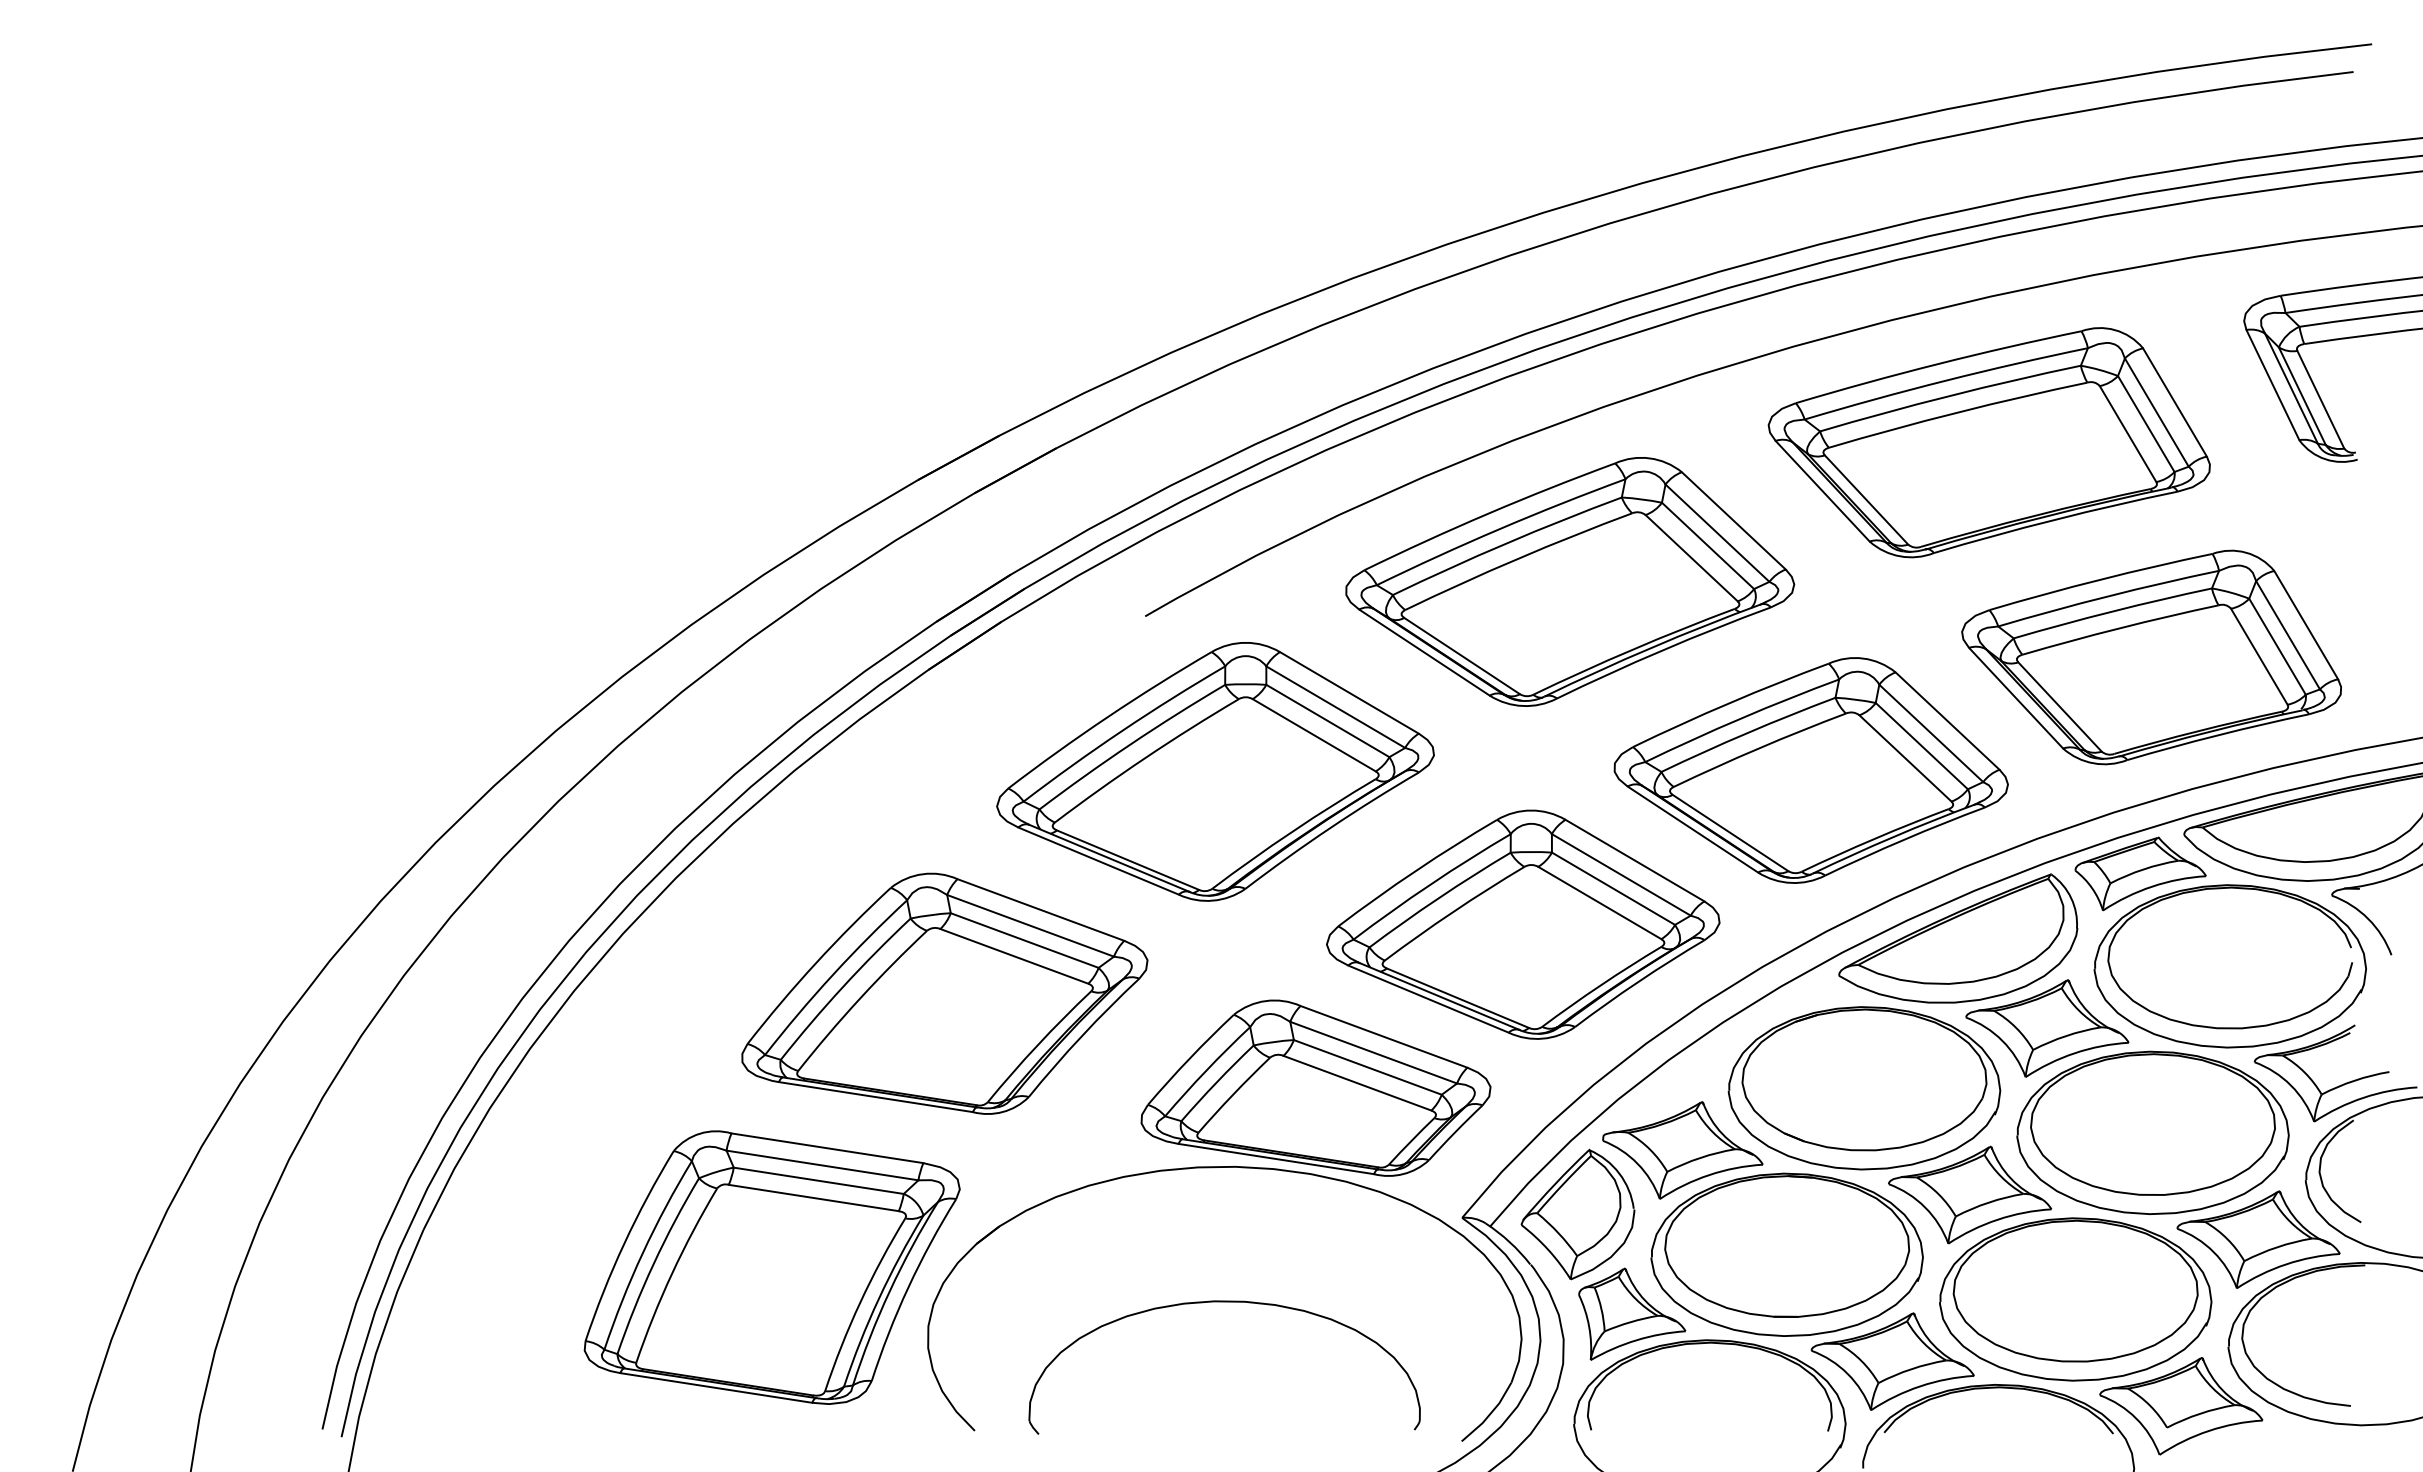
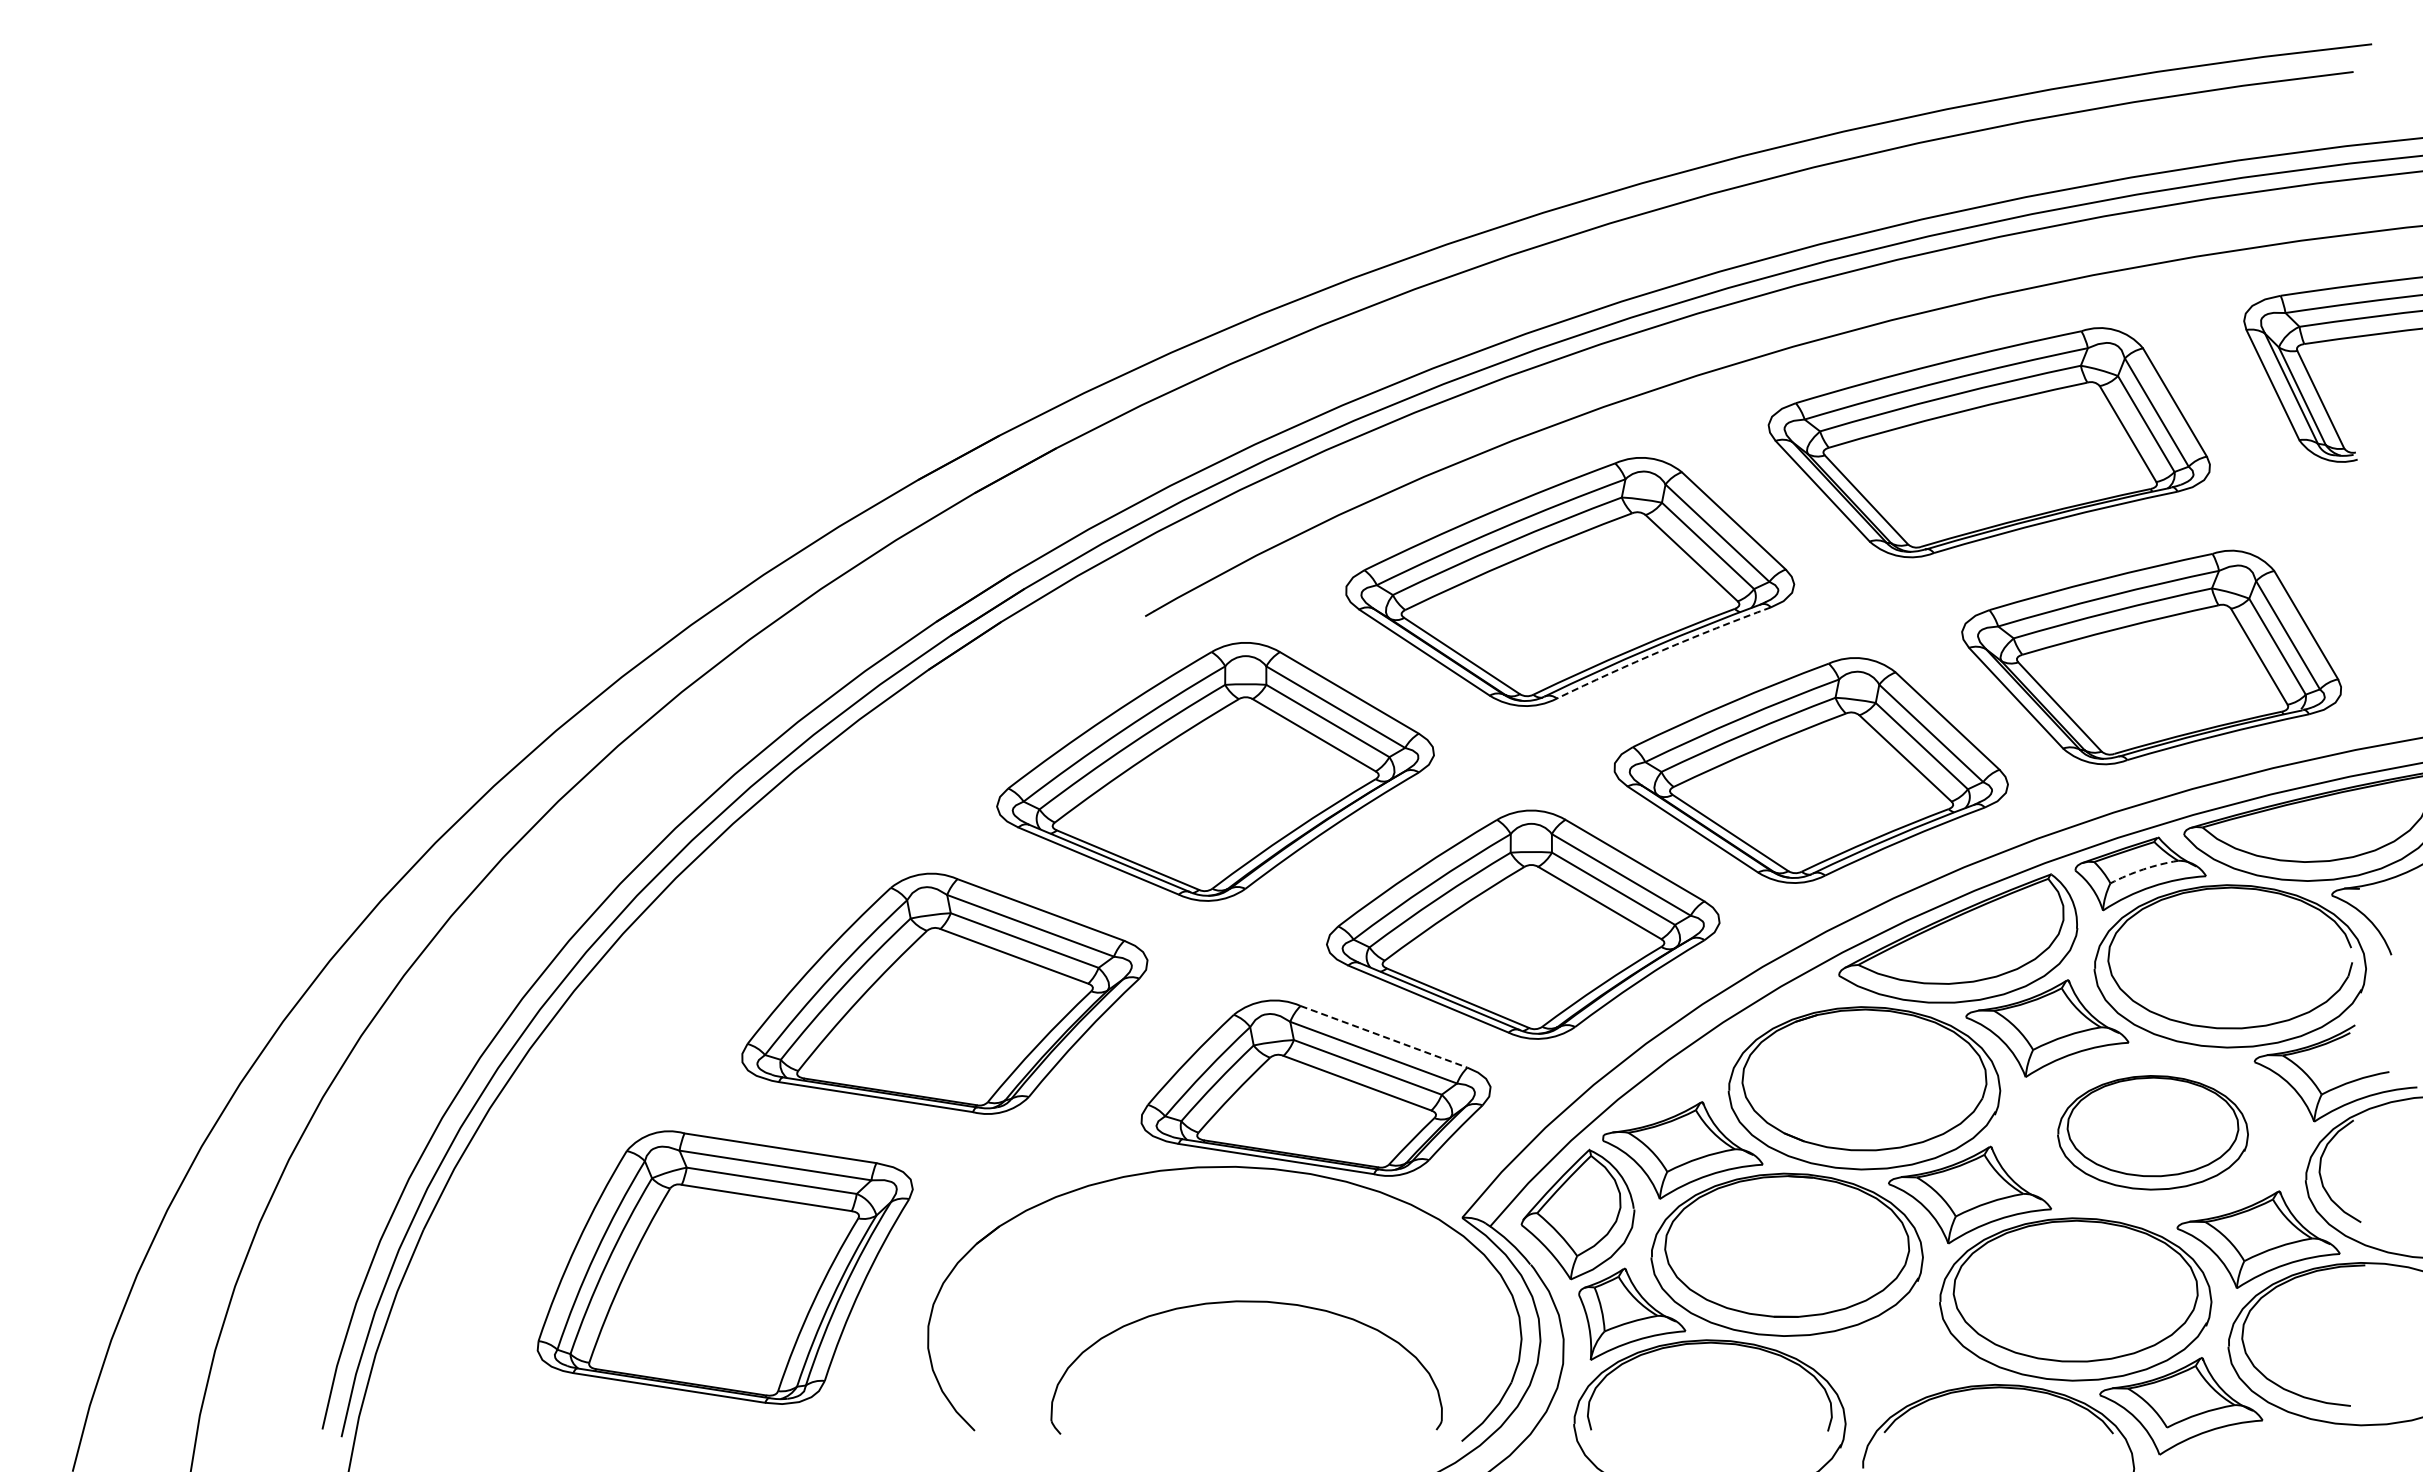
arc at (1662, 650): solid -> dashed
arc at (2143, 869): solid -> dashed
line at (1384, 1036): solid -> dashed
part at (2152, 1132) size: 274x165 px -> 192x116 px
part at (771, 1267) position: (771, 1267) -> (724, 1267)
part at (1224, 1302) position: (1224, 1302) -> (1246, 1302)
part at (1892, 1361): present -> none
